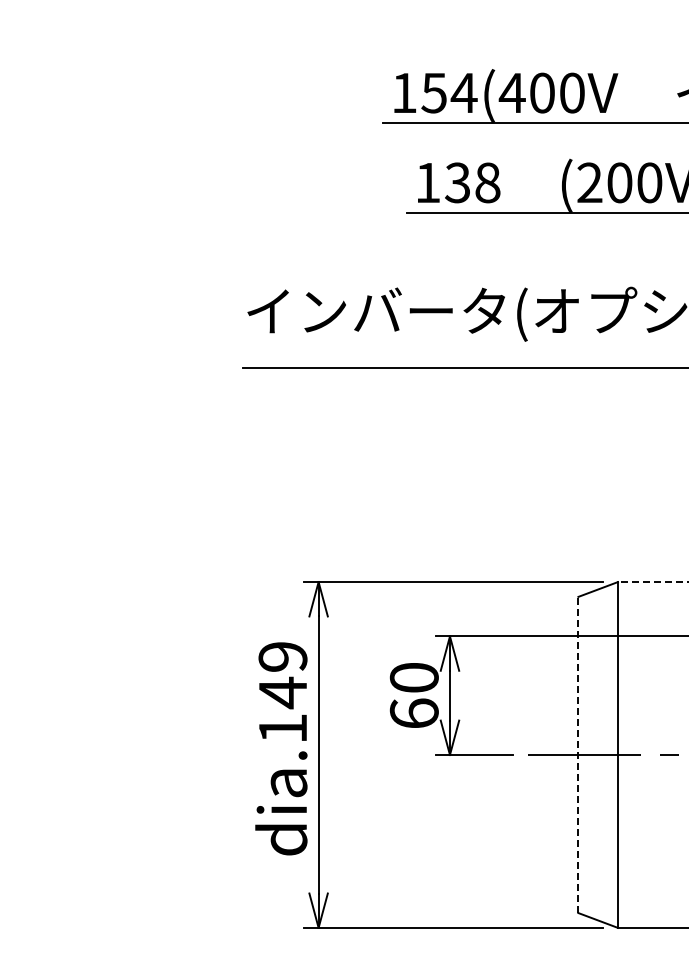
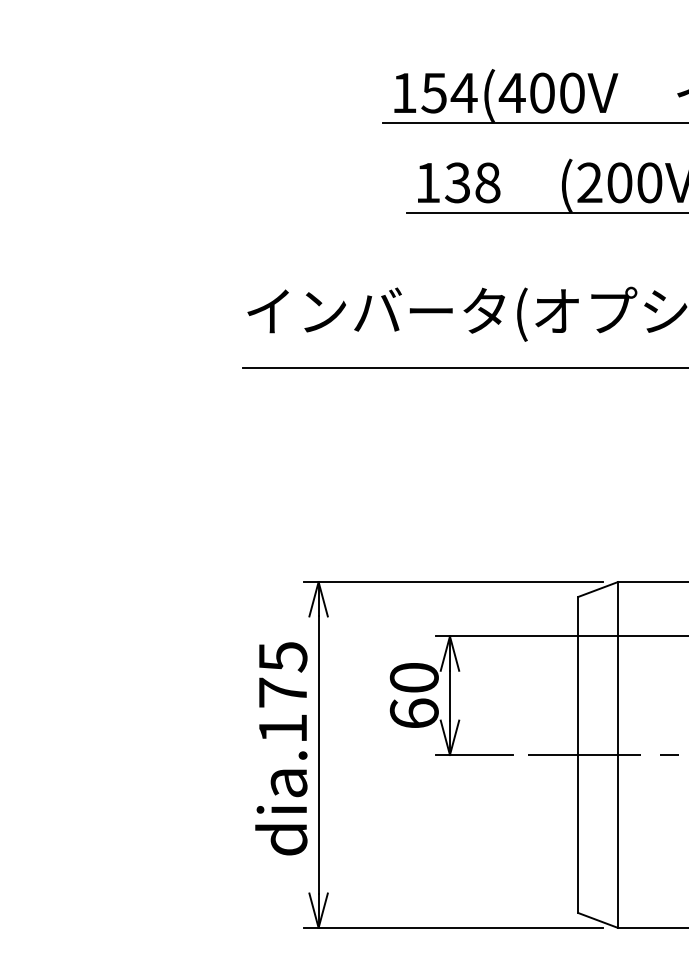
line at (652, 582): dashed -> solid
text at (282, 675): dia.149 -> dia.175
line at (578, 754): dashed -> solid
